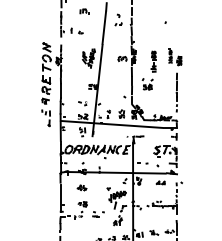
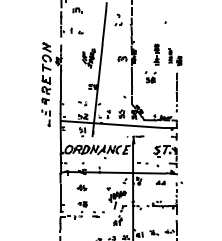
part at (84, 11) position: (84, 11) -> (77, 10)
part at (148, 70) position: (148, 70) -> (151, 63)
